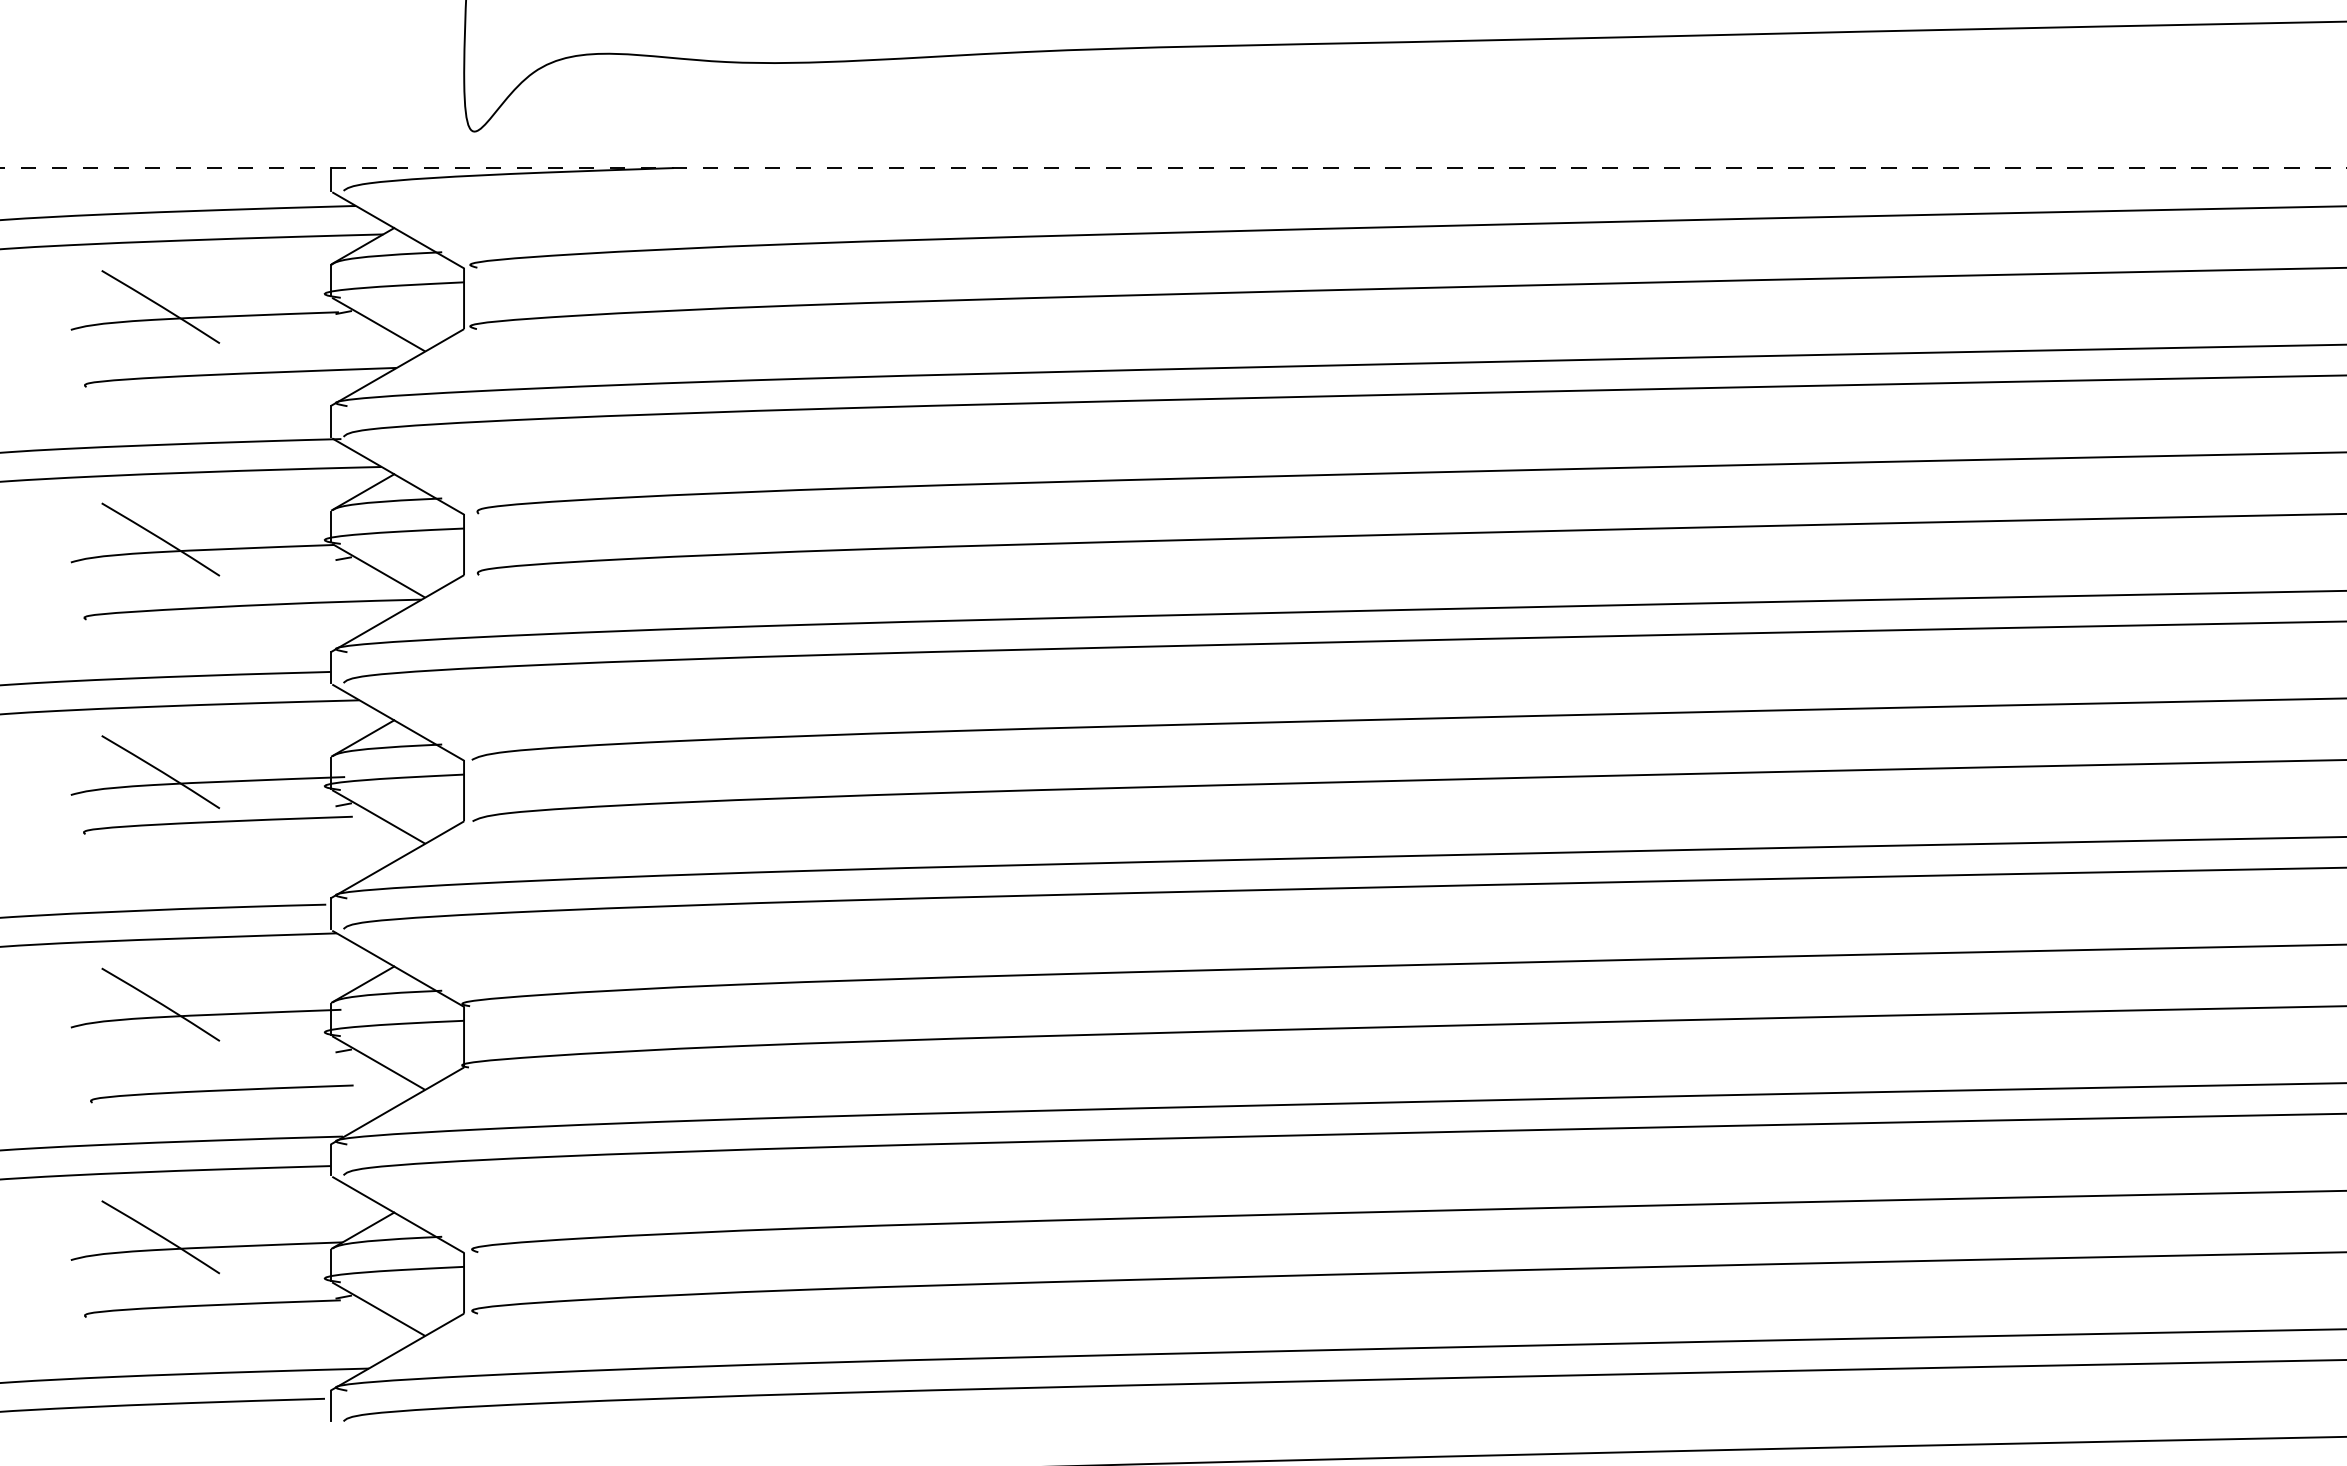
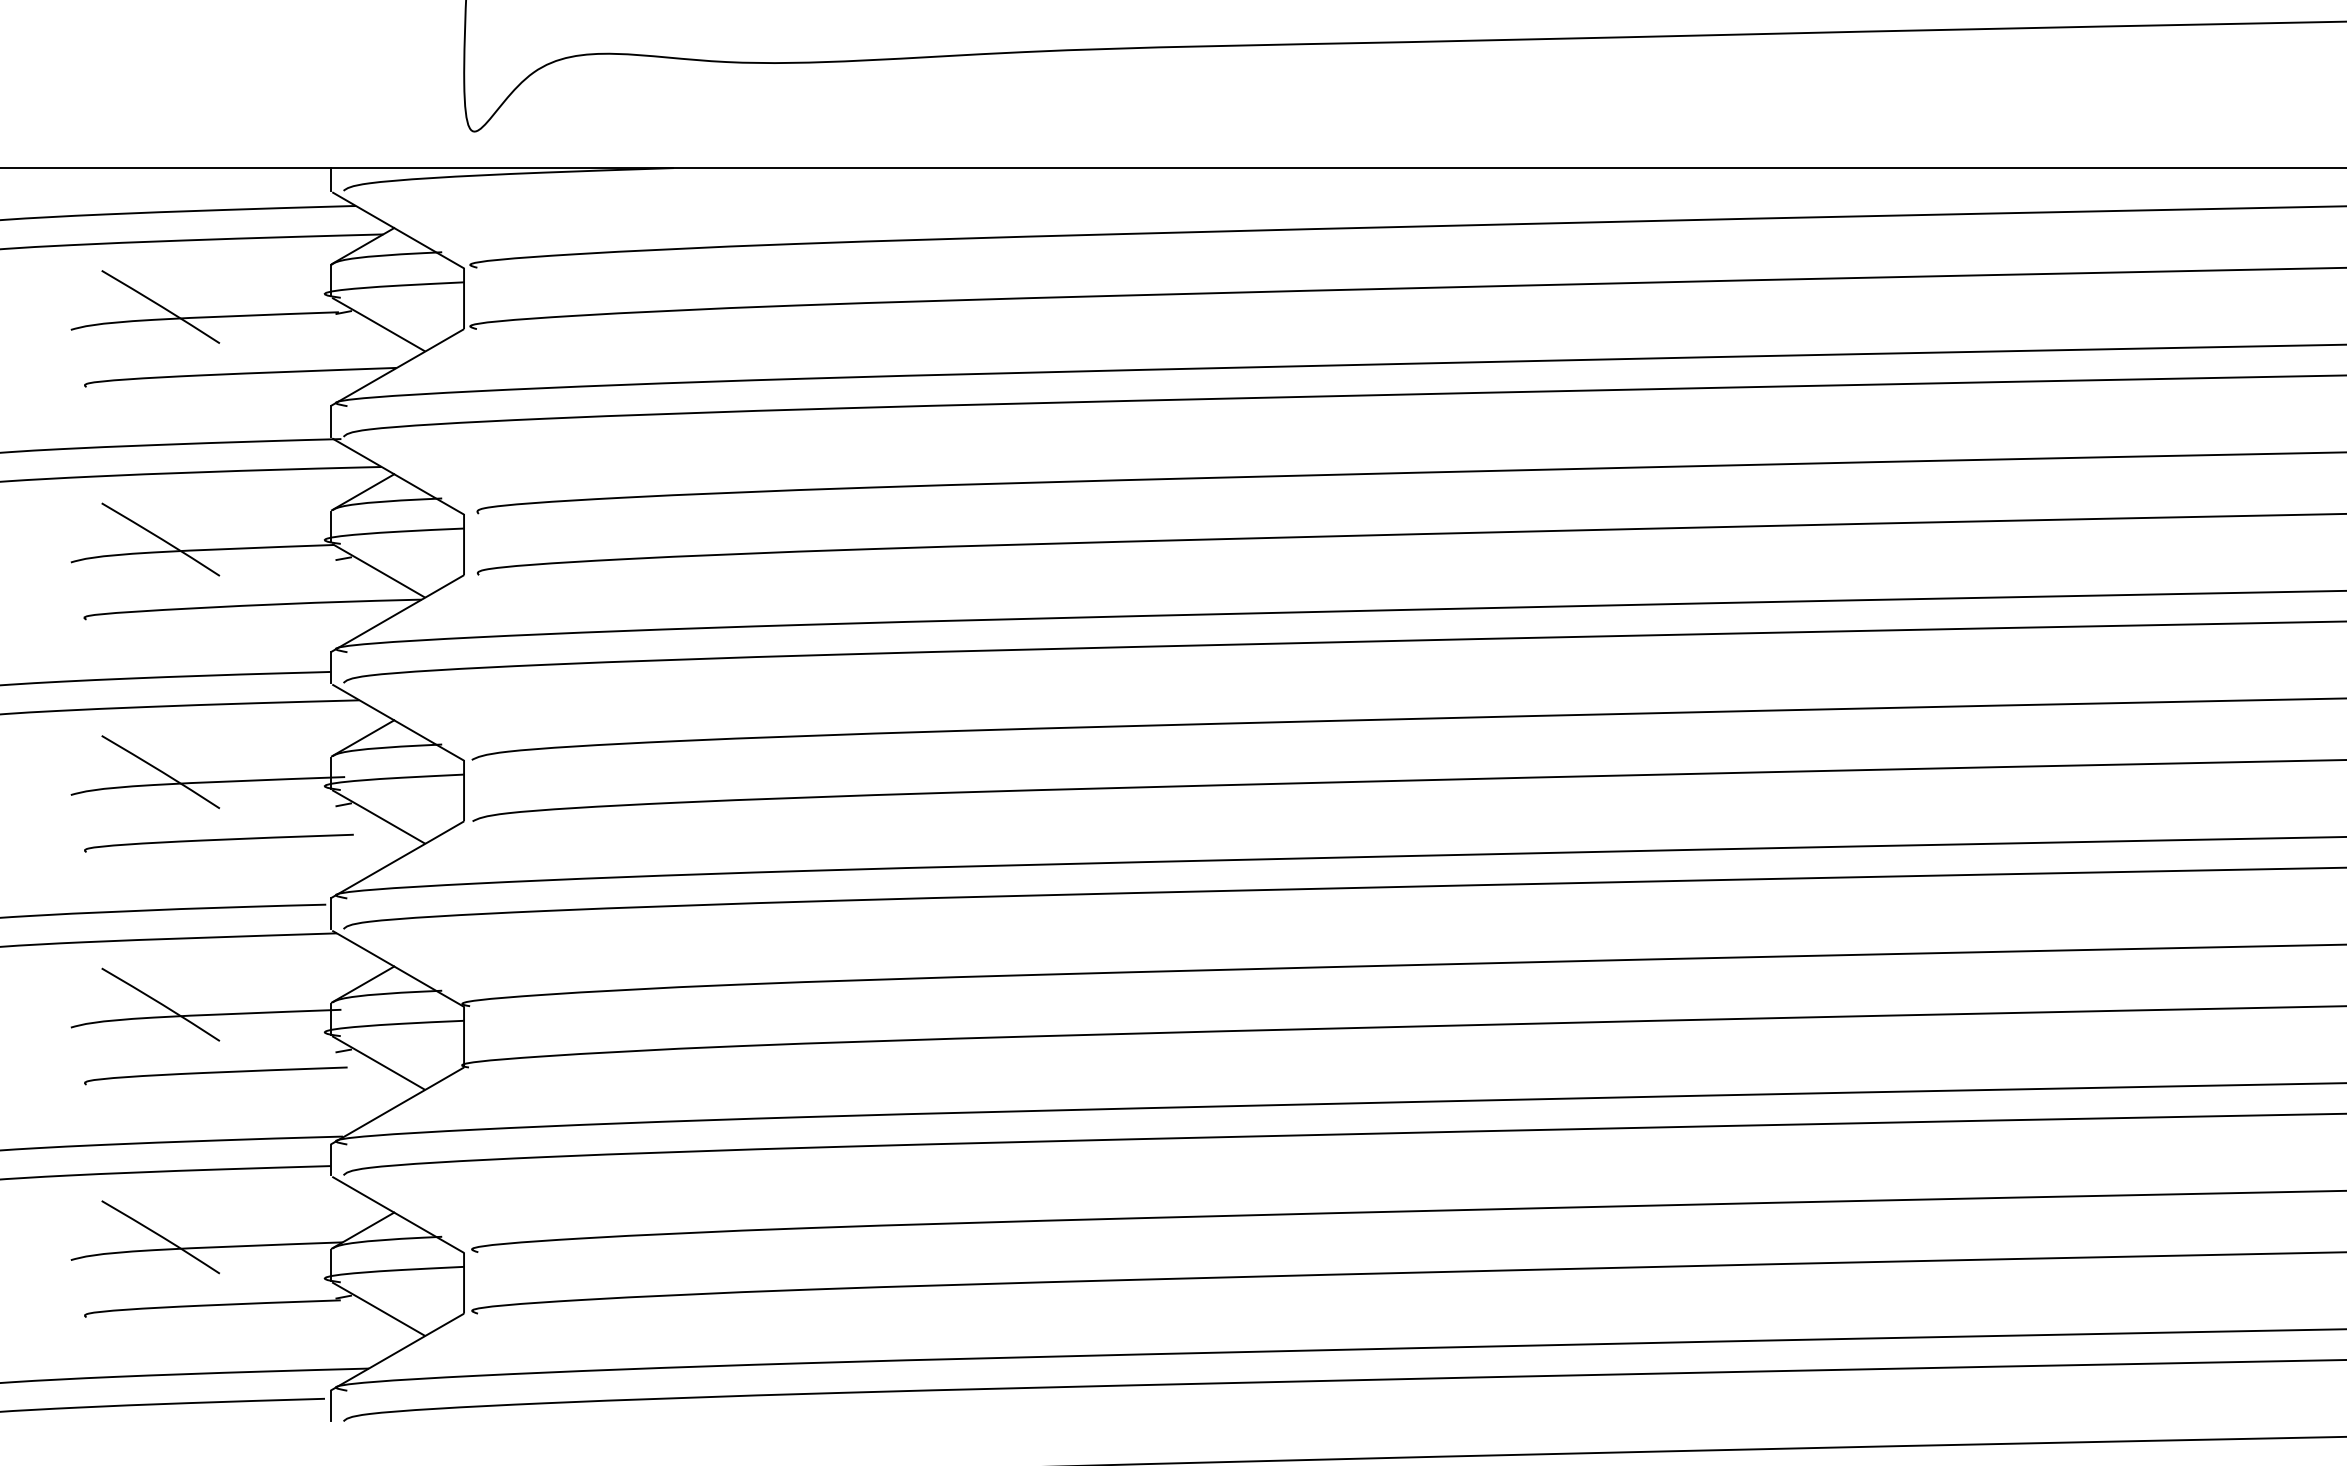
line at (1173, 168): dashed -> solid
curve at (217, 822) position: (217, 822) -> (218, 840)
curve at (221, 1091) position: (221, 1091) -> (215, 1073)
